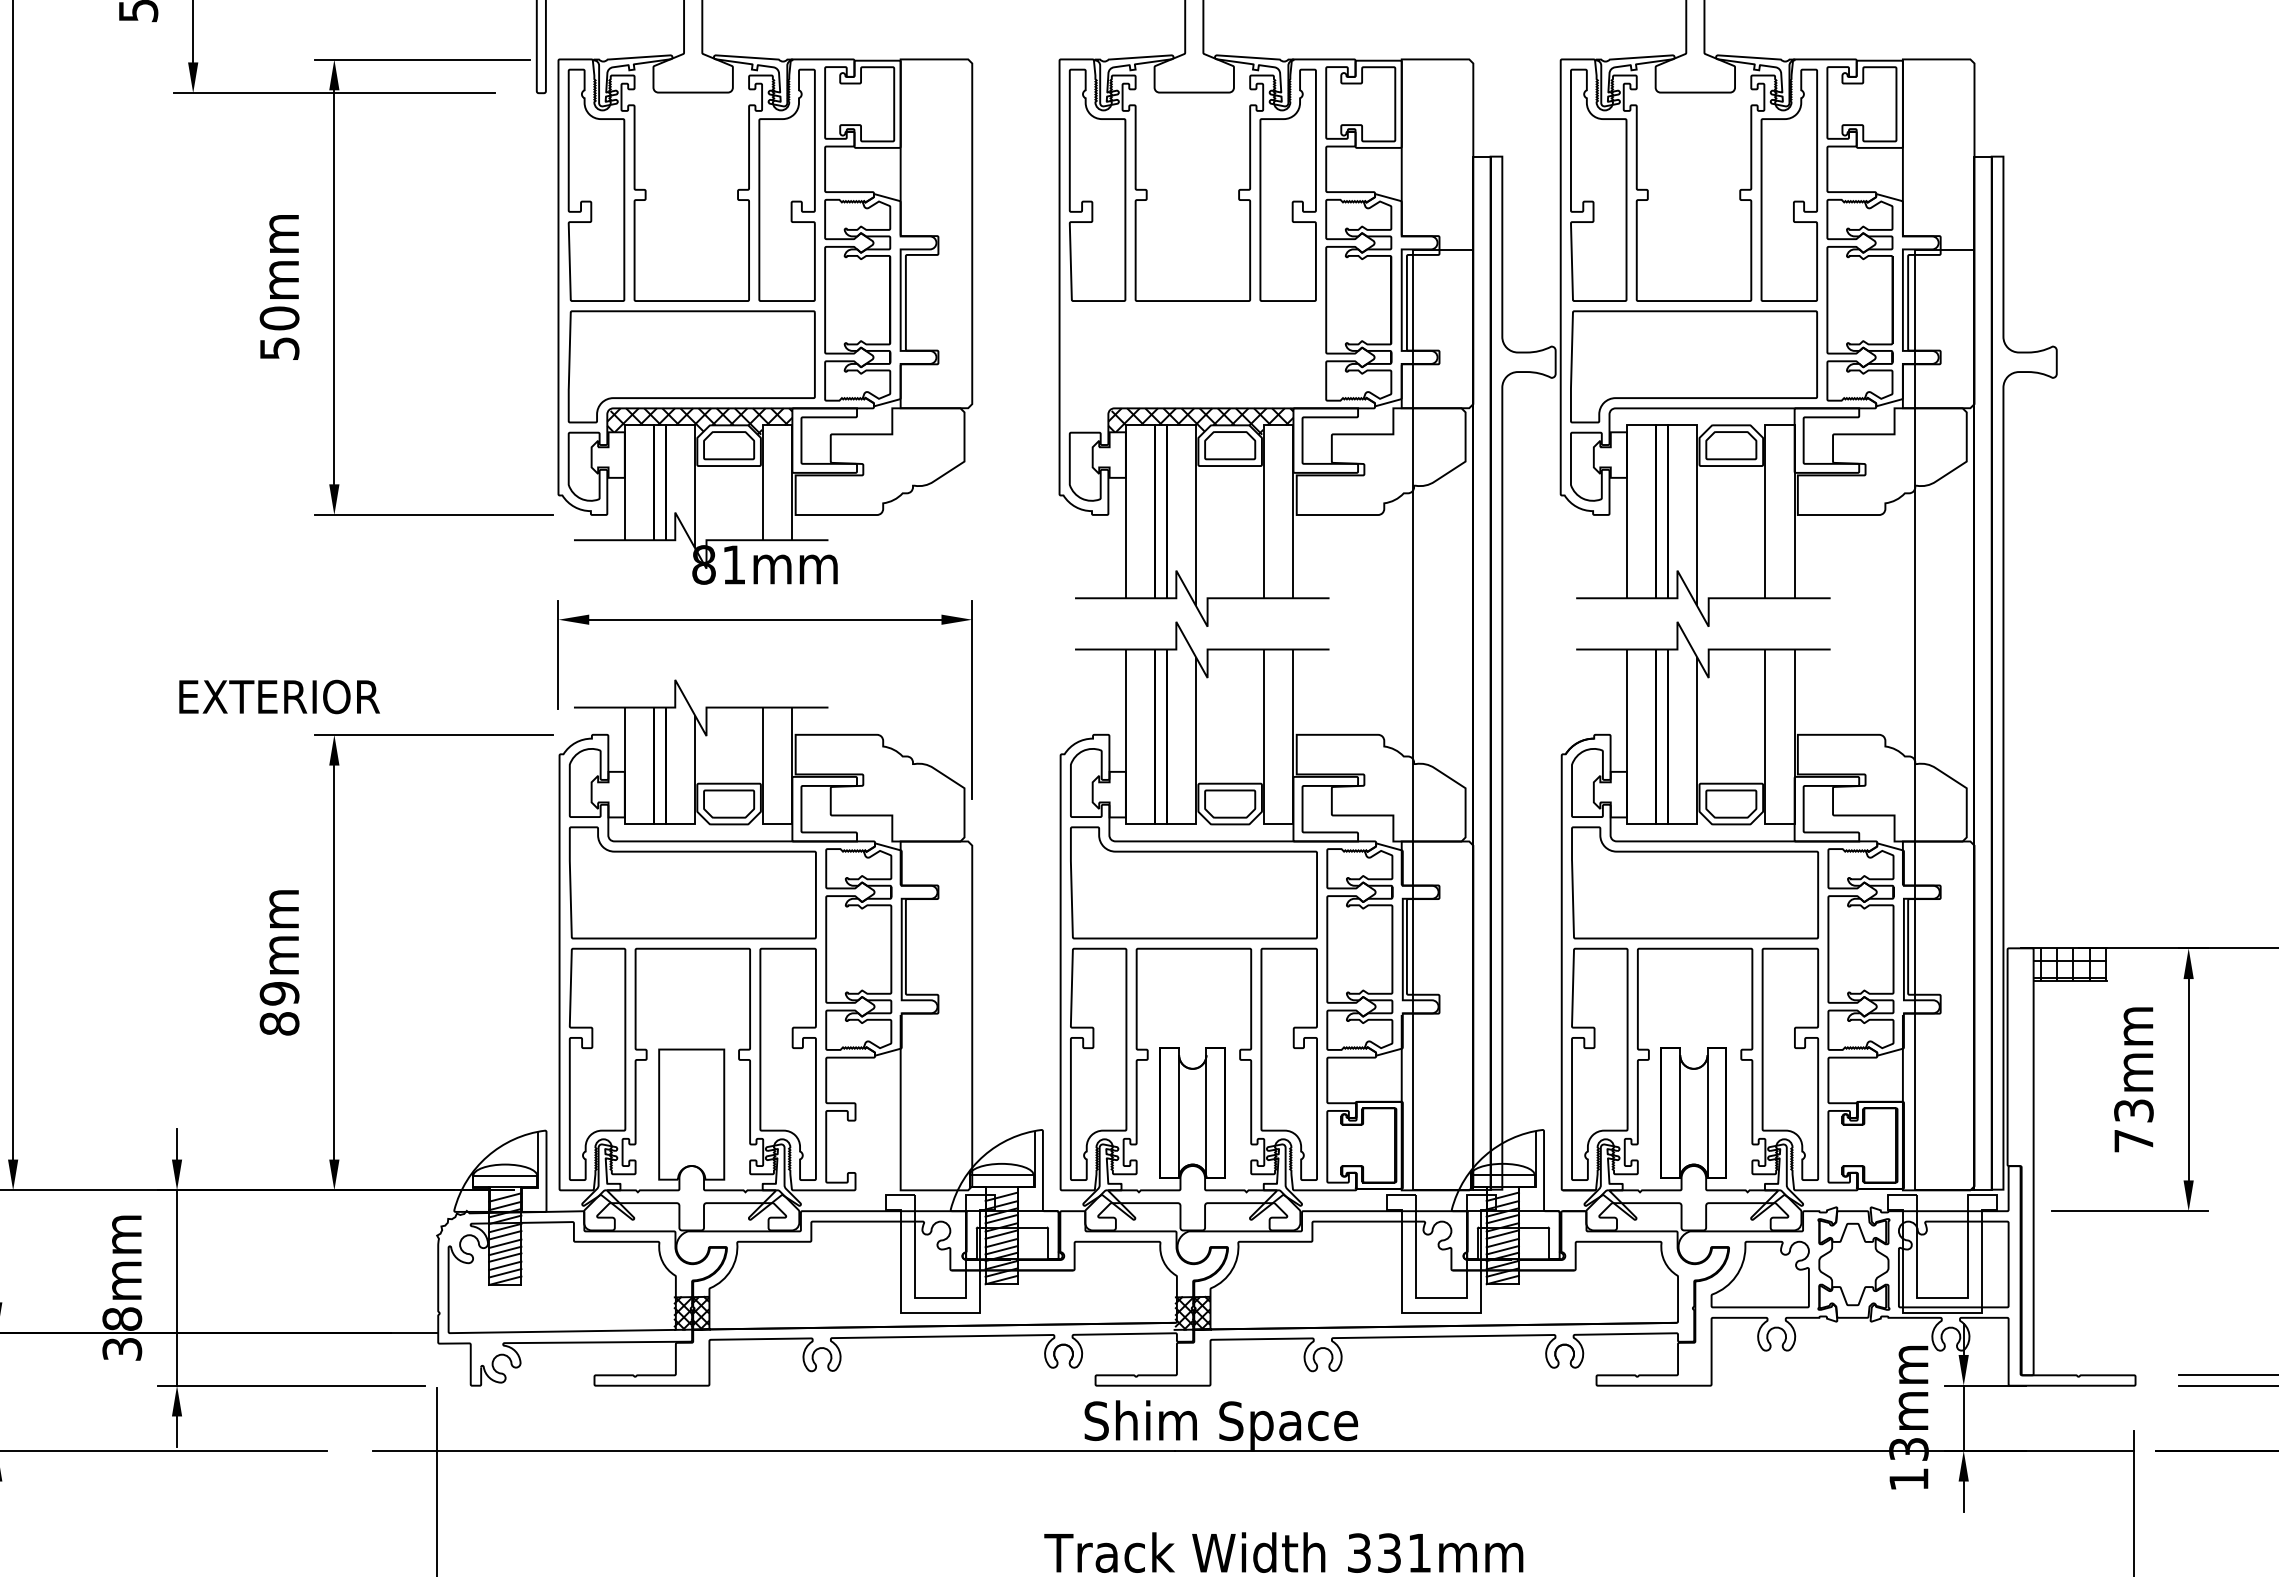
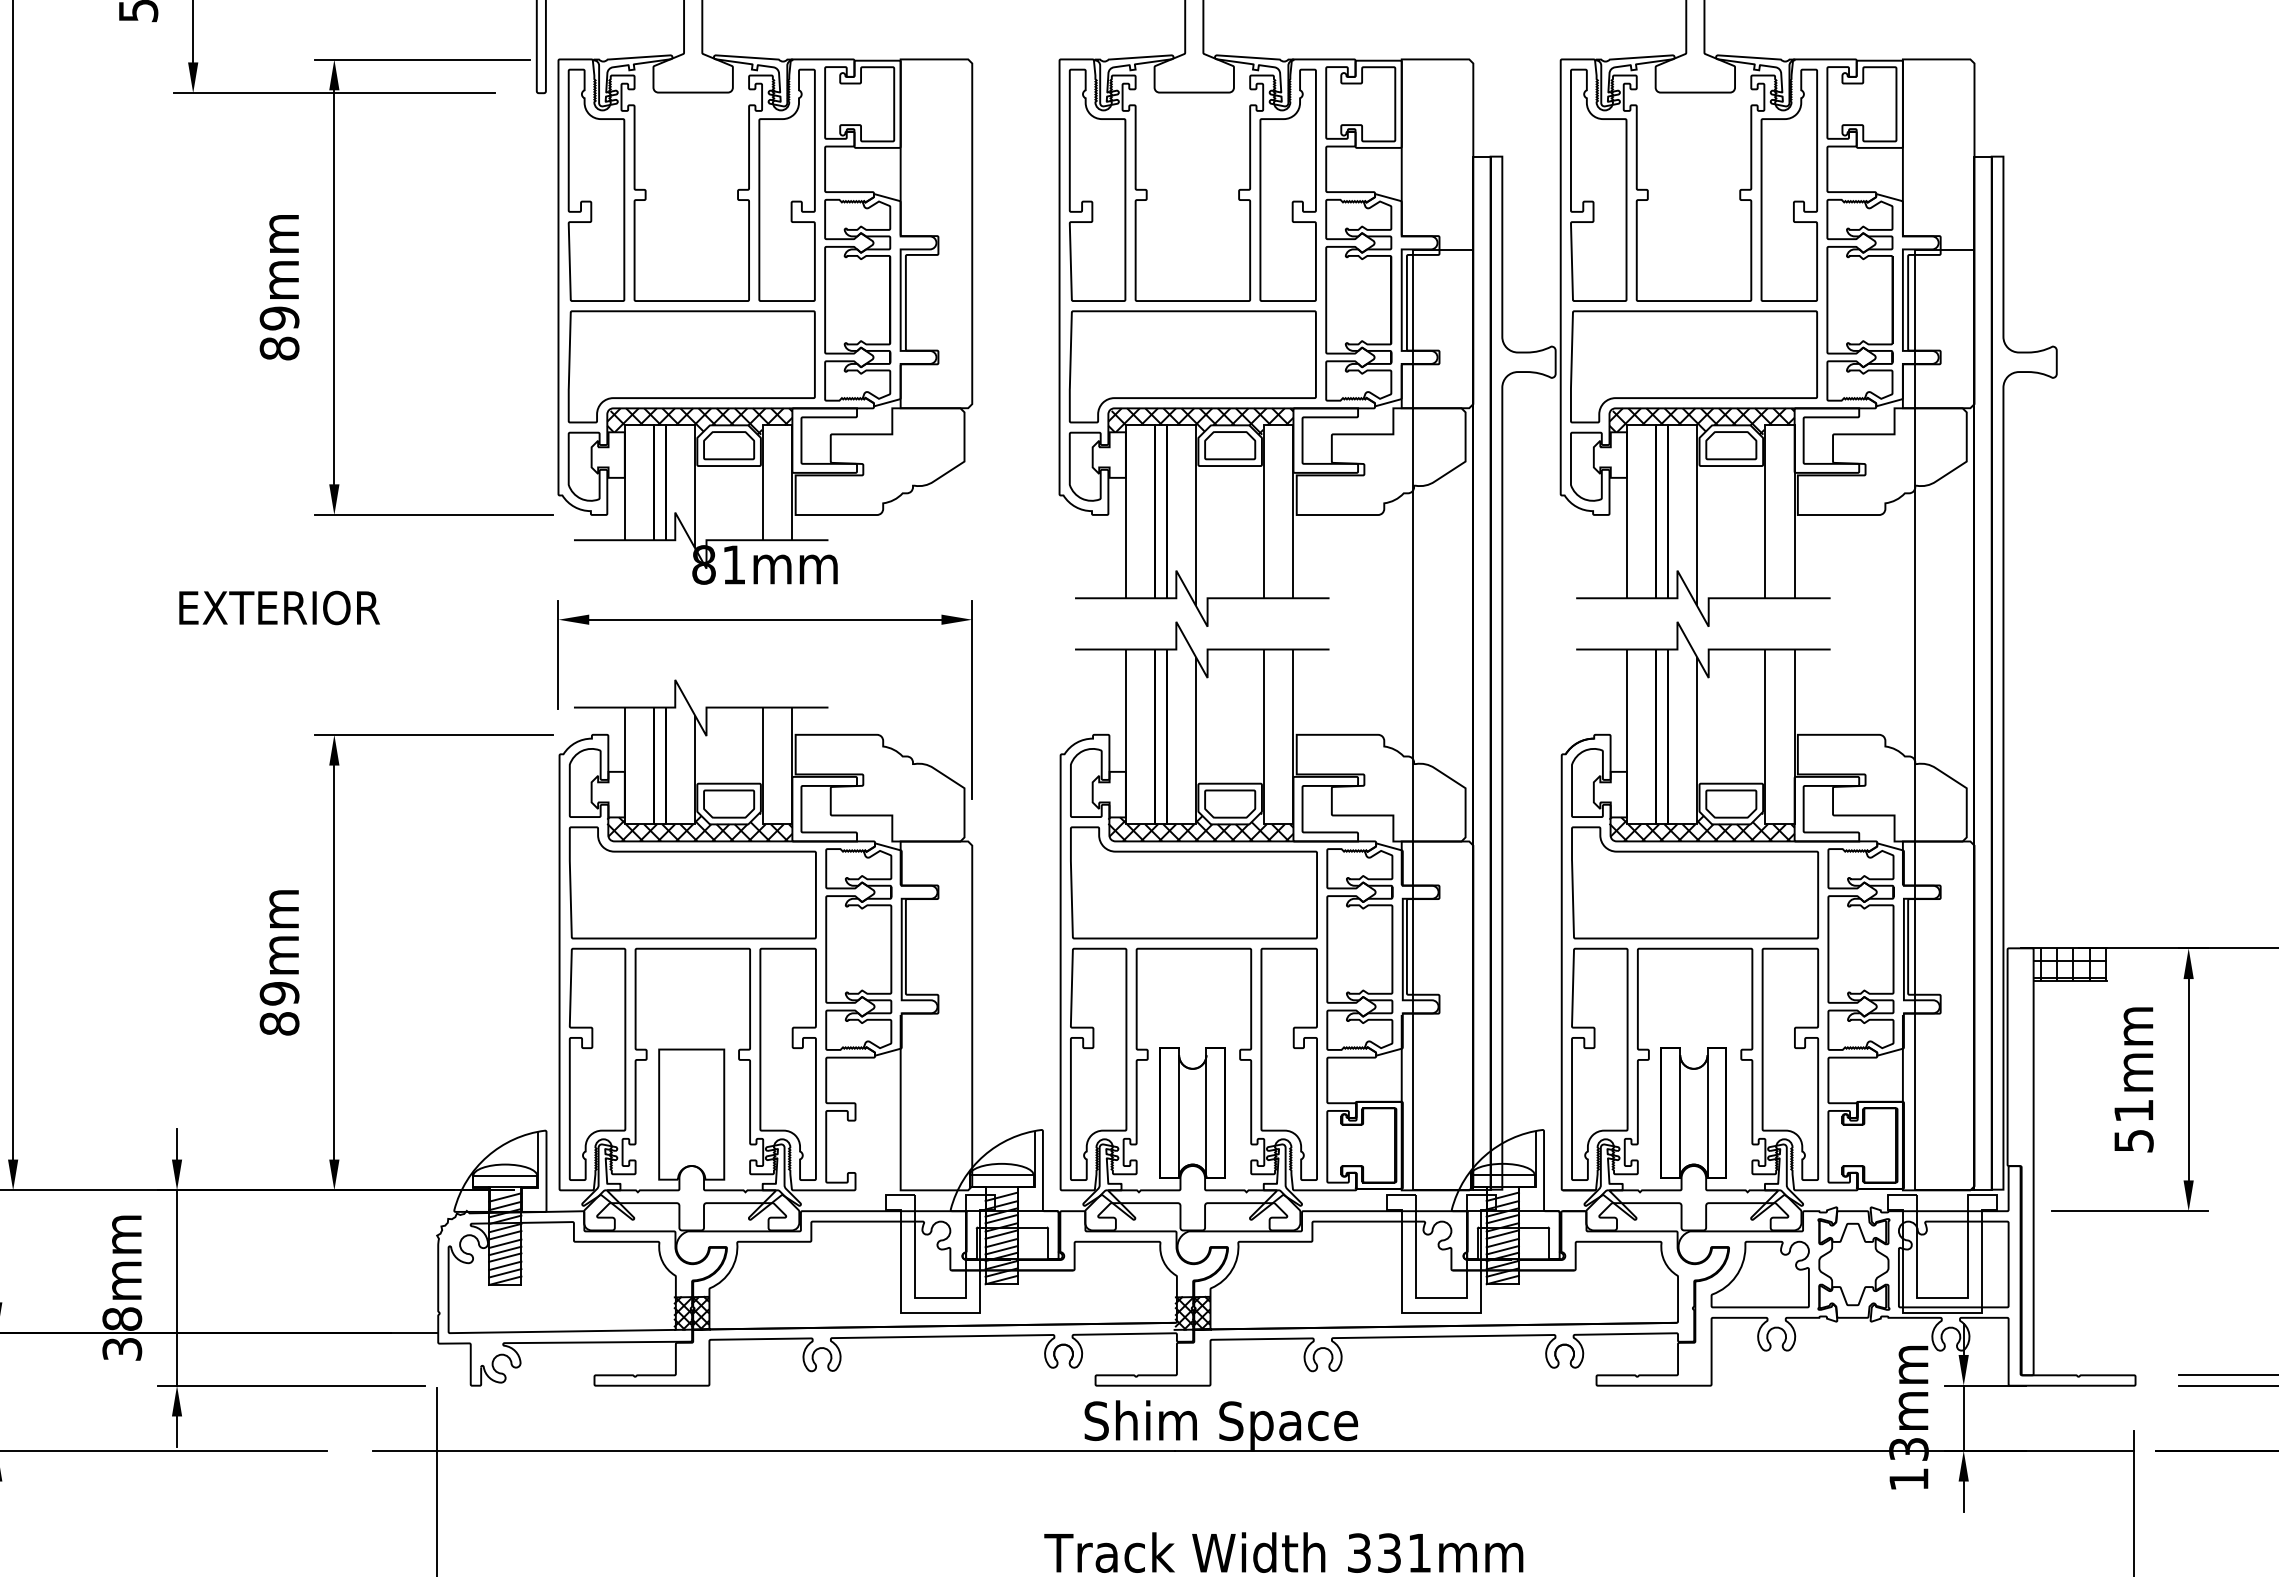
text at (279, 333): 50mm -> 89mm
part at (1192, 366): none -> present
hatch at (1701, 421): none -> present
text at (279, 696) position: (279, 696) -> (279, 607)
hatch at (699, 827): none -> present
hatch at (1200, 827): none -> present
hatch at (1701, 827): none -> present
text at (2133, 1125): 73mm -> 51mm
